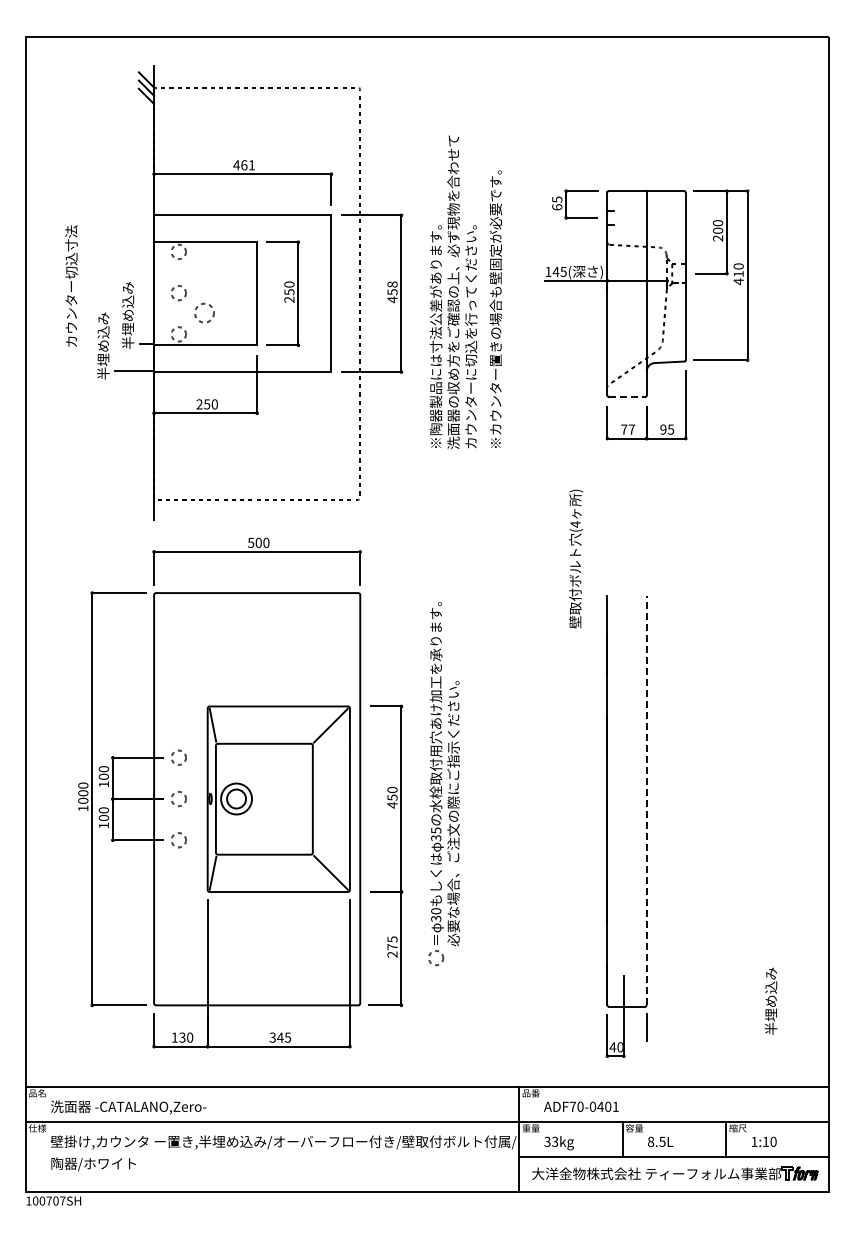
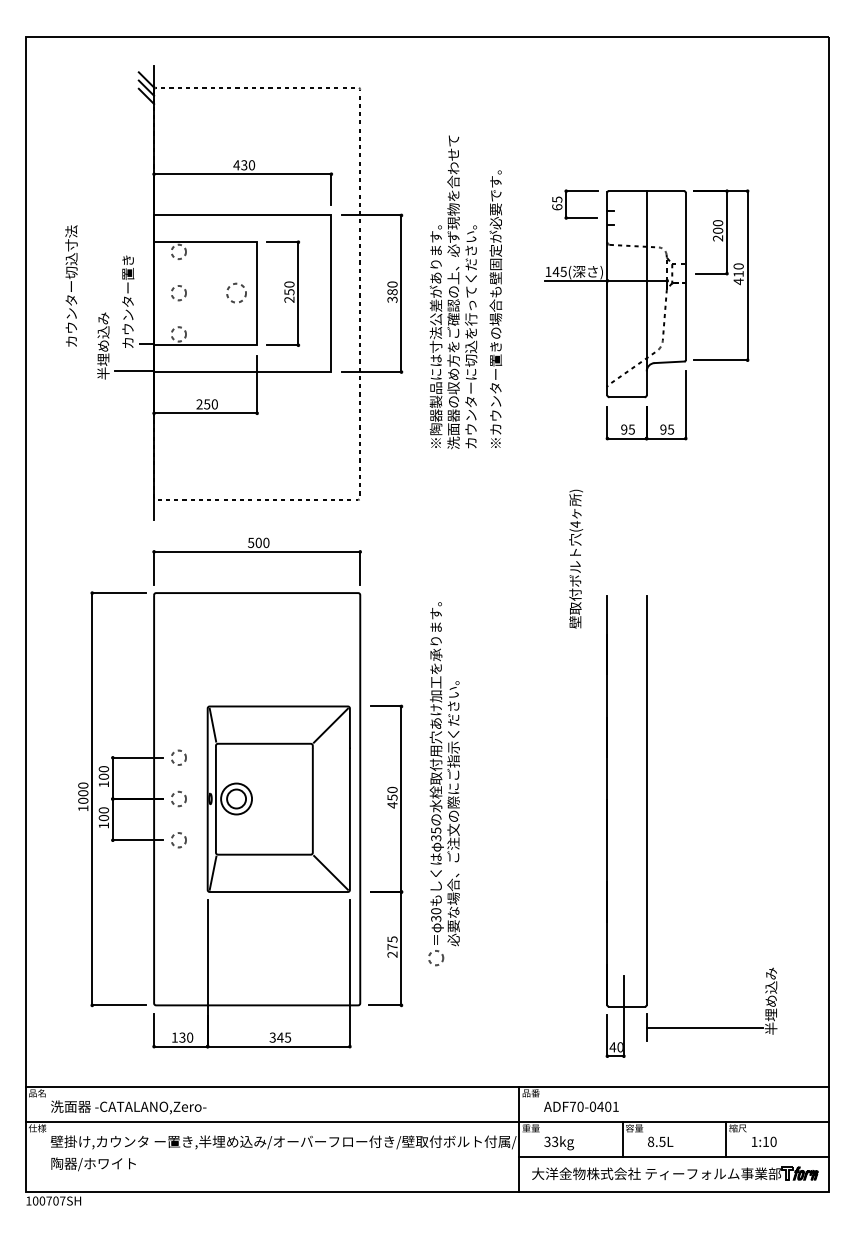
text at (248, 165): 461 -> 430
text at (392, 292): 458 -> 380
text at (127, 301): 半埋め込み -> カウンター置き
circle at (204, 312) position: (204, 312) -> (236, 292)
line at (627, 397): dashed -> solid
text at (627, 429): 77 -> 95
line at (646, 800): dashed -> solid
line at (704, 1028): none -> present
